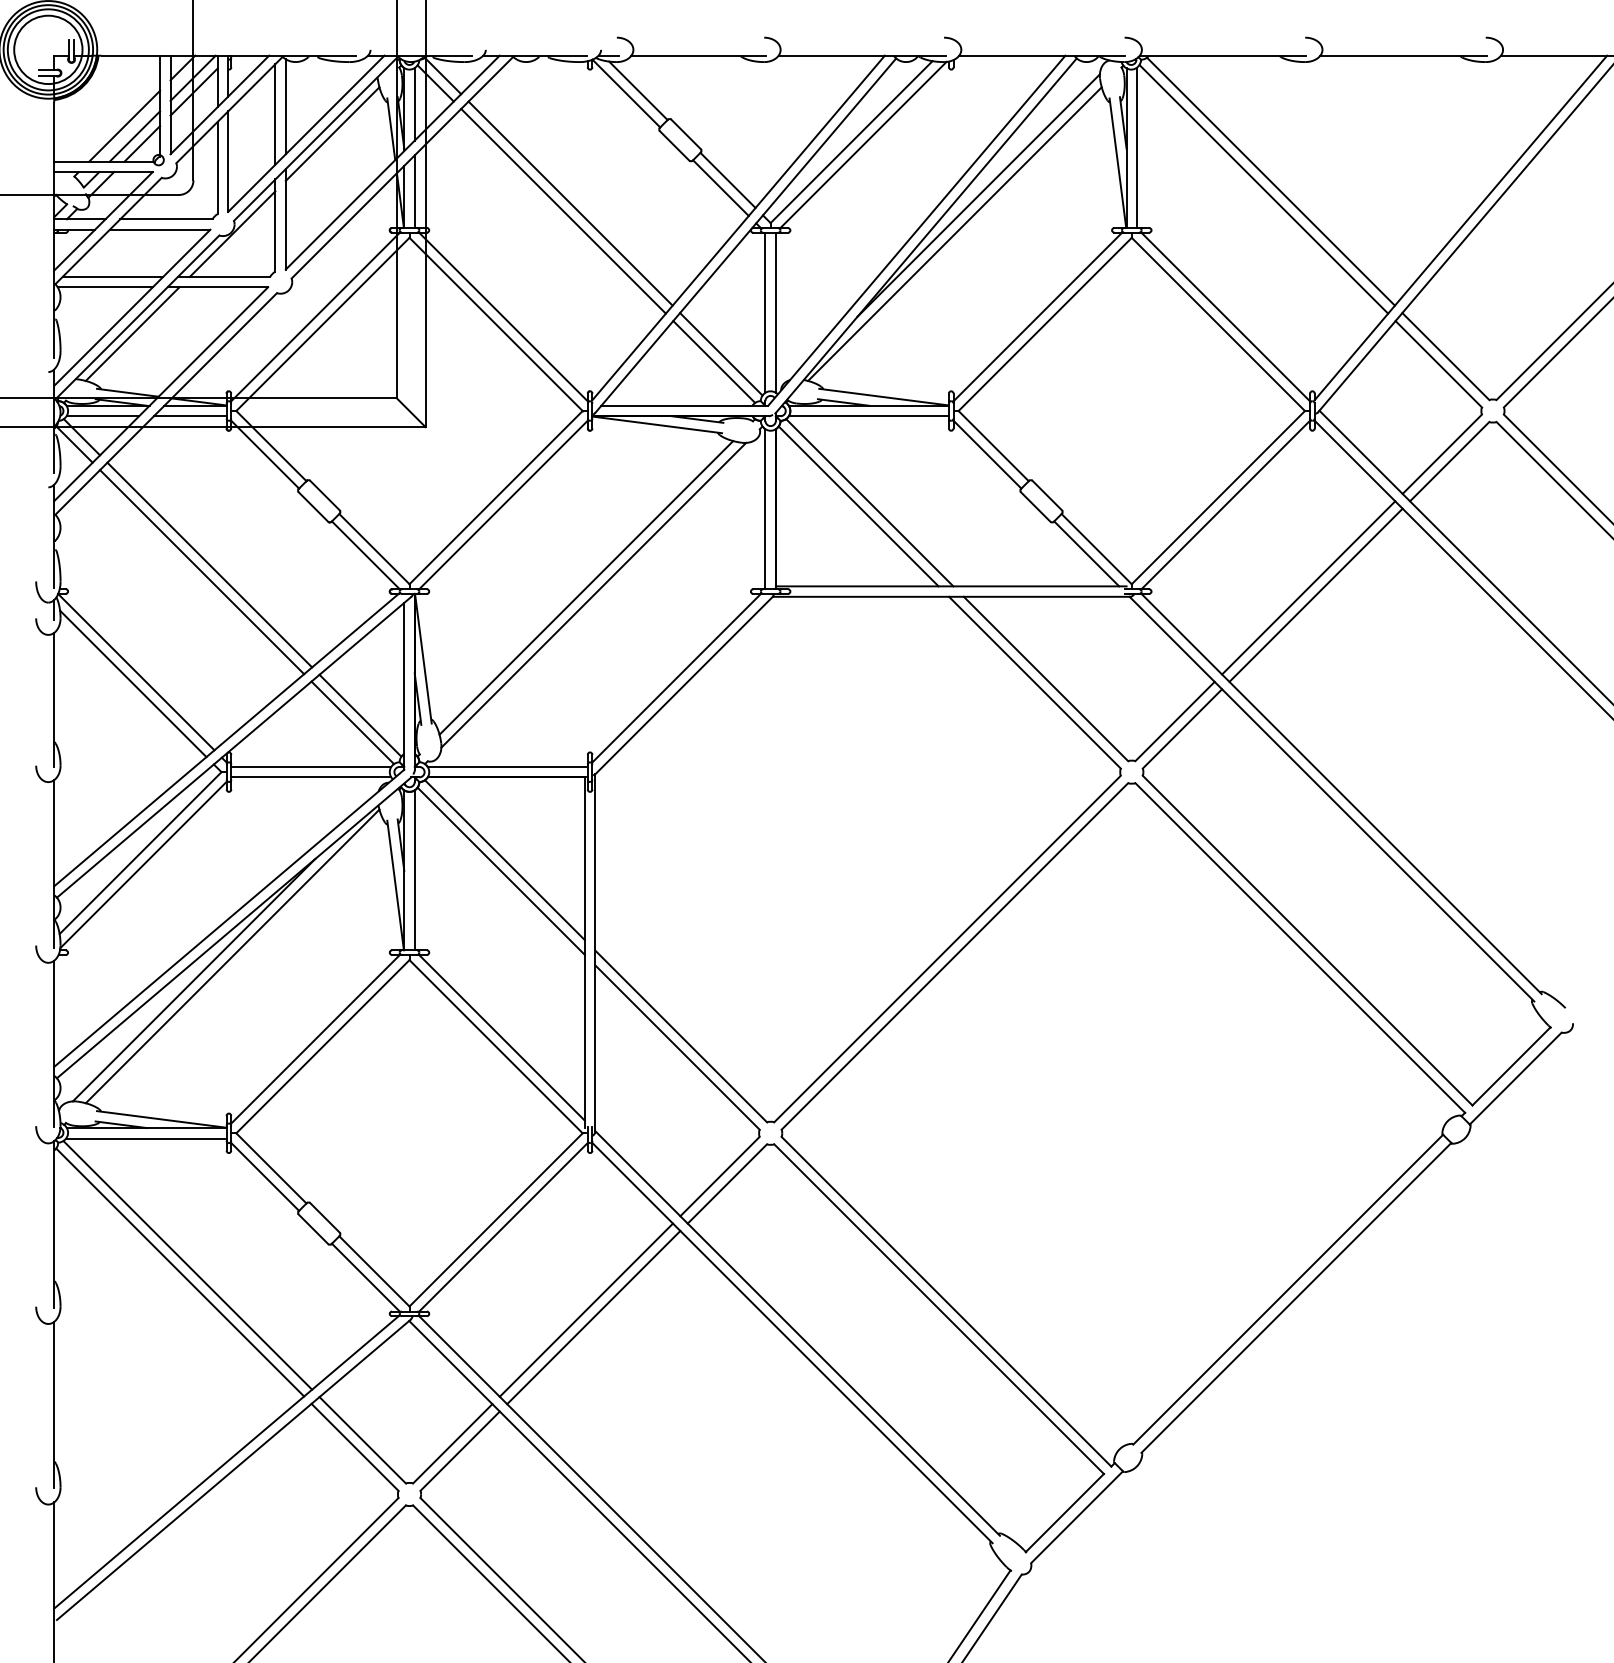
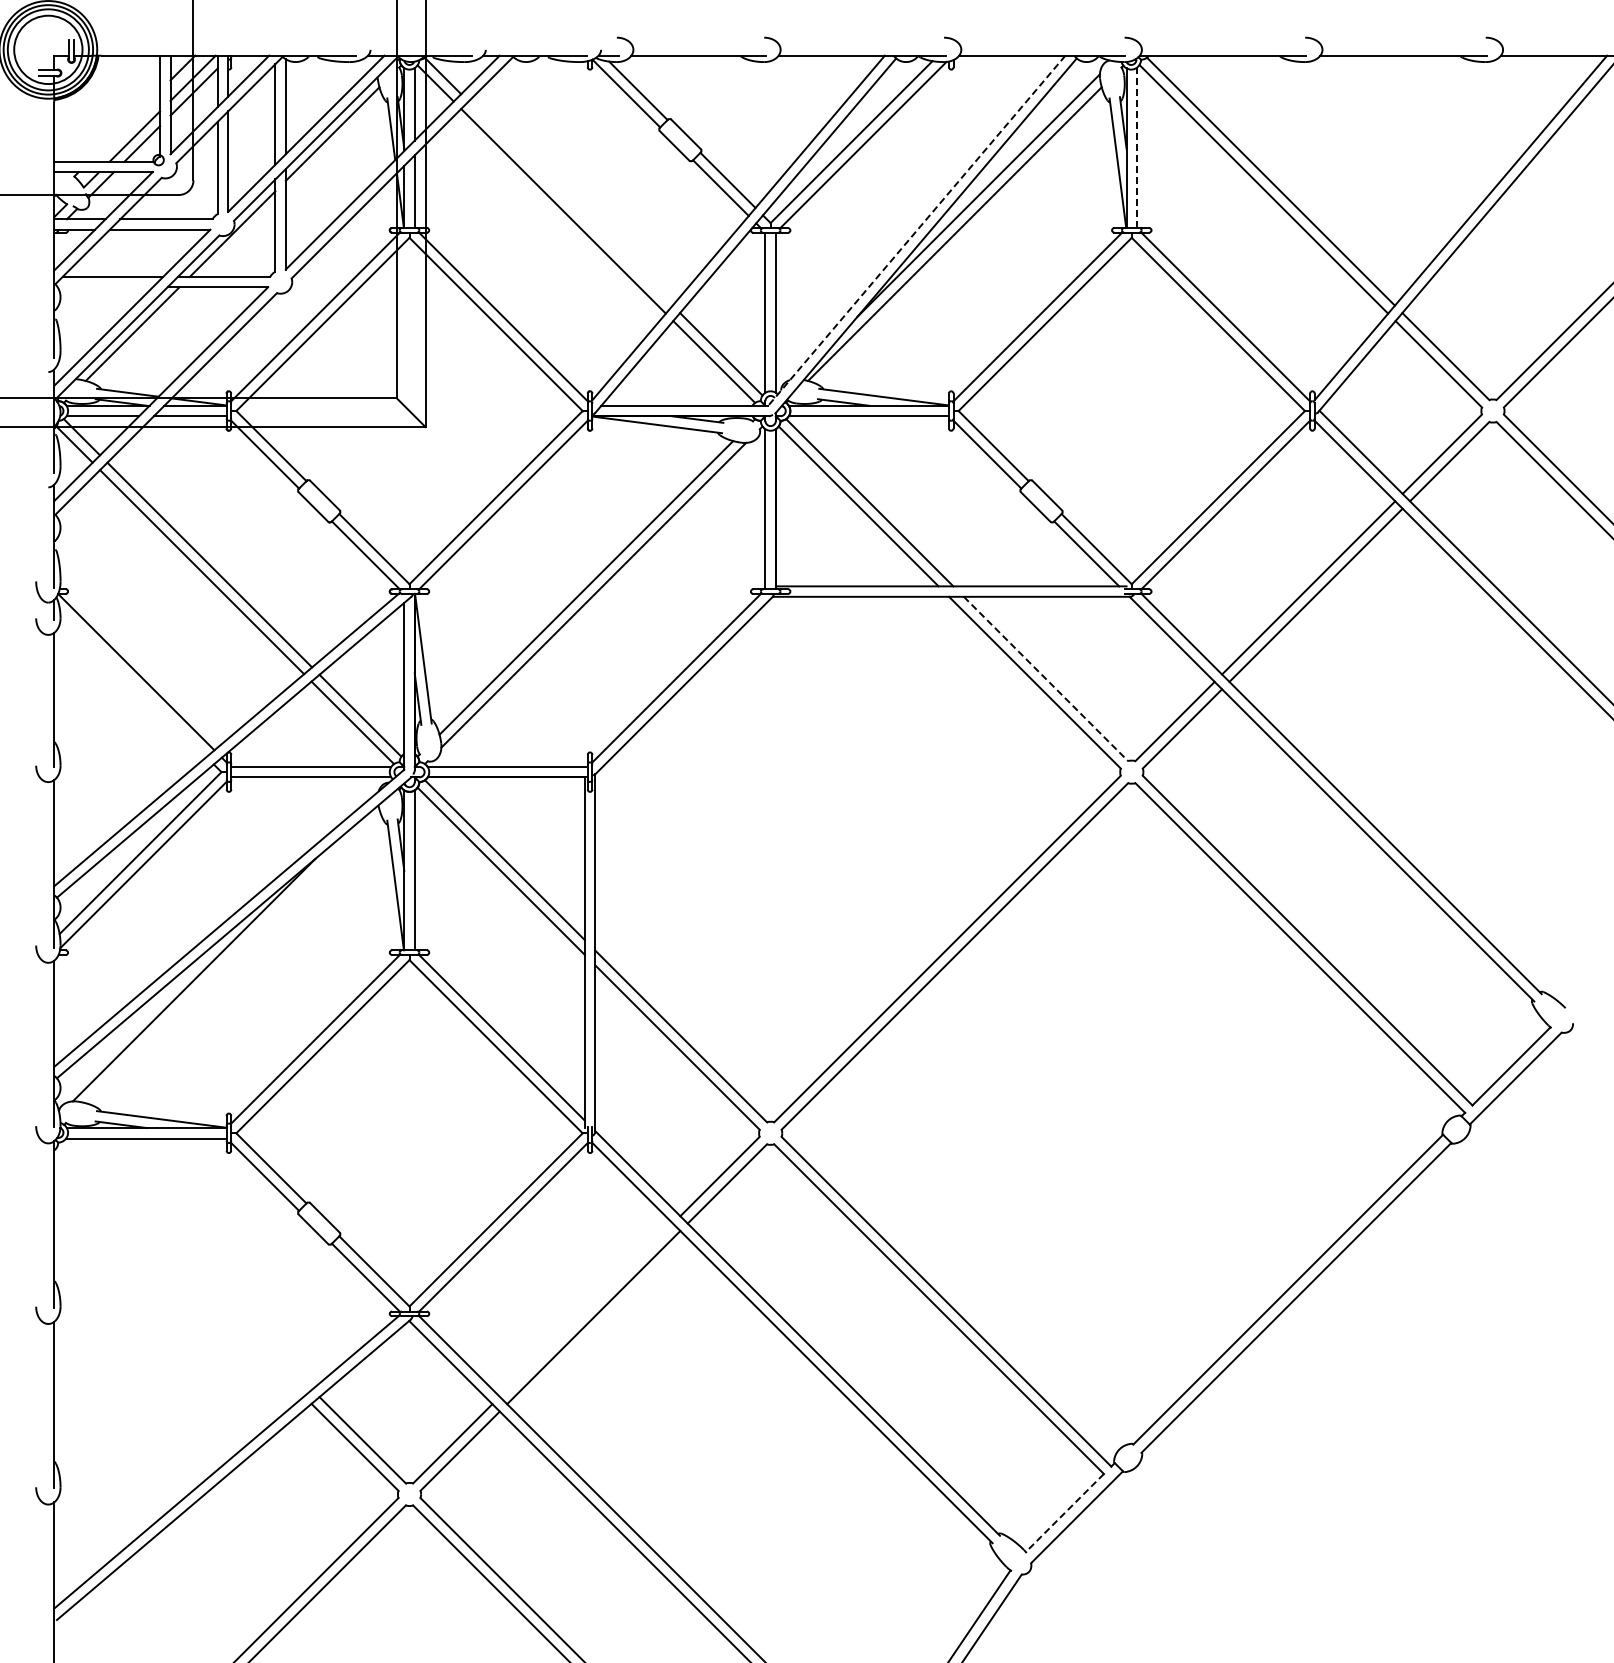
line at (124, 125): present -> none
line at (1137, 147): solid -> dashed
line at (570, 203): present -> none
line at (916, 230): solid -> dashed
line at (104, 287): present -> none
line at (1046, 679): solid -> dashed
line at (133, 683): present -> none
line at (232, 956): present -> none
line at (187, 1265): present -> none
line at (180, 1272): present -> none
line at (585, 1309): present -> none
line at (1064, 1513): solid -> dashed
